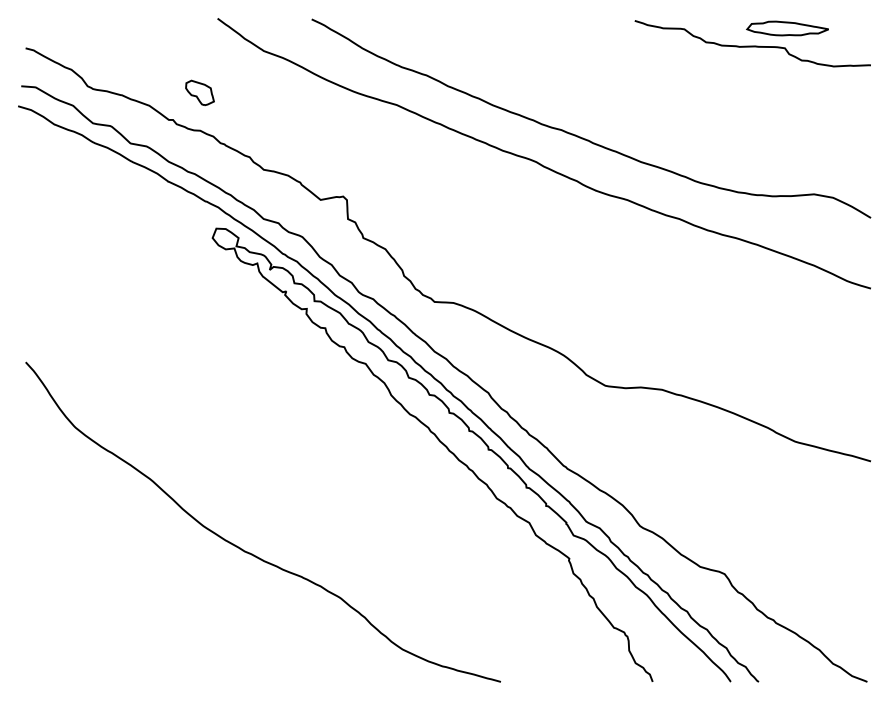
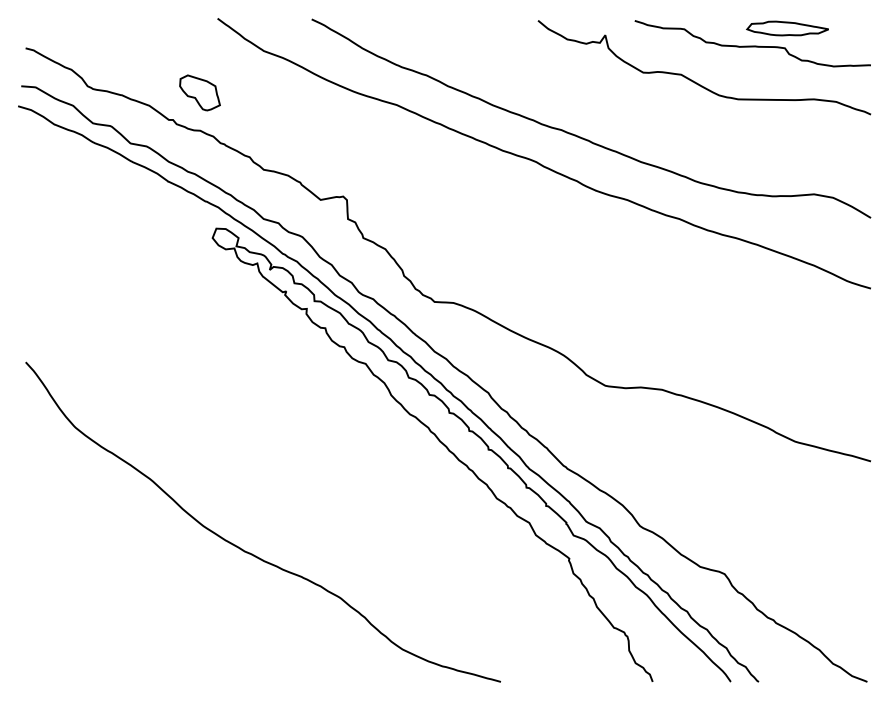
curve at (697, 82): none -> present
part at (199, 92) size: 30x28 px -> 42x38 px
